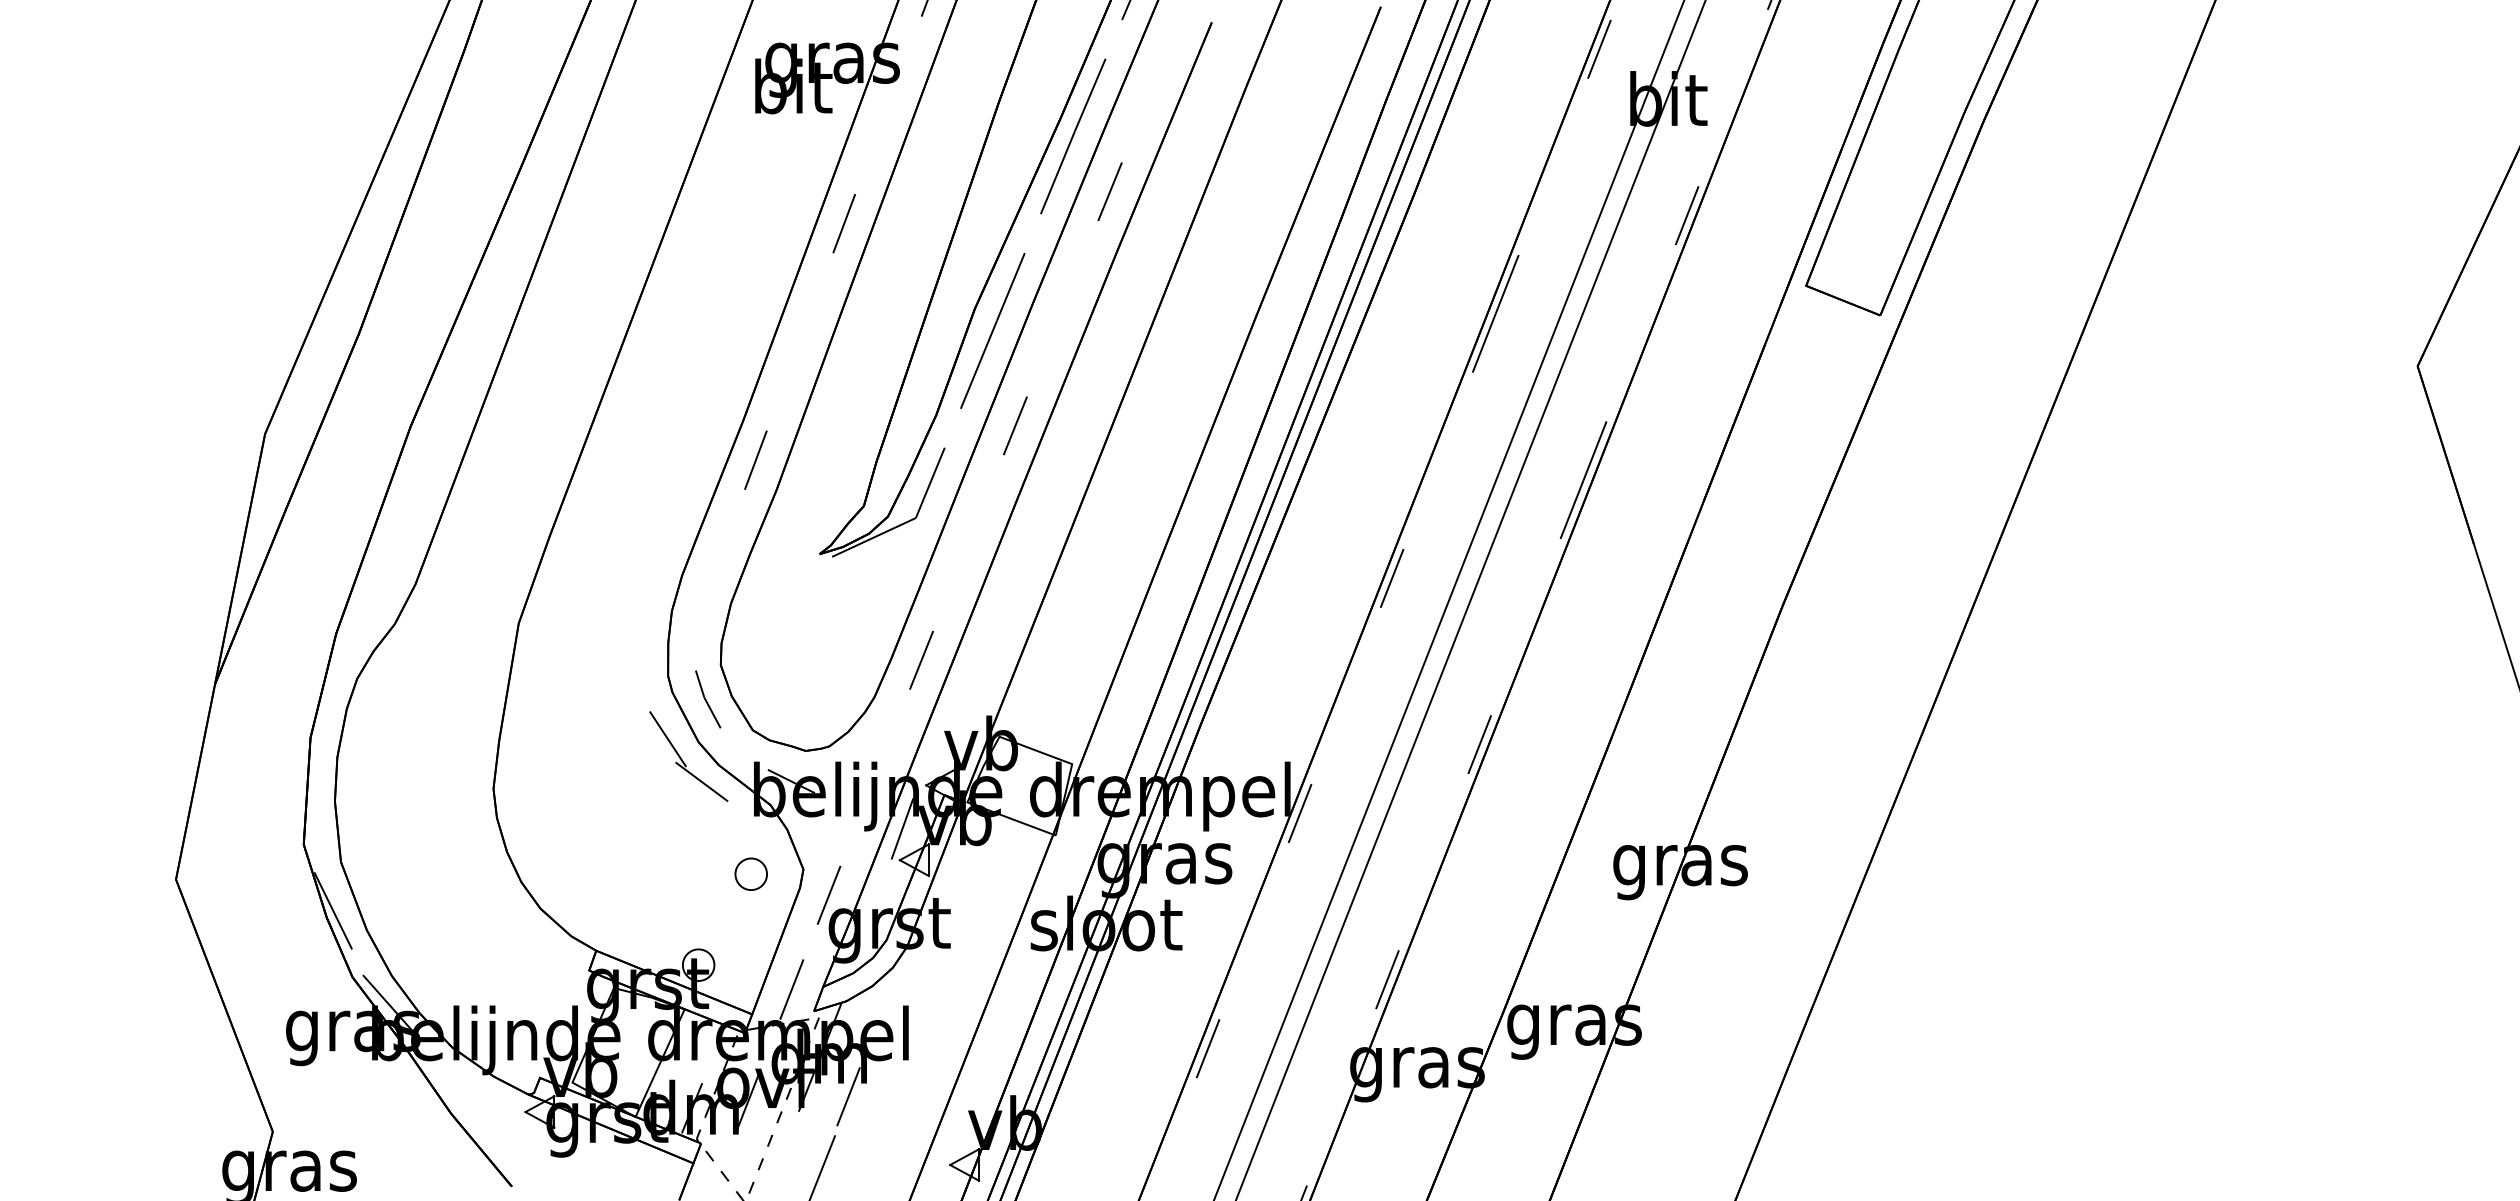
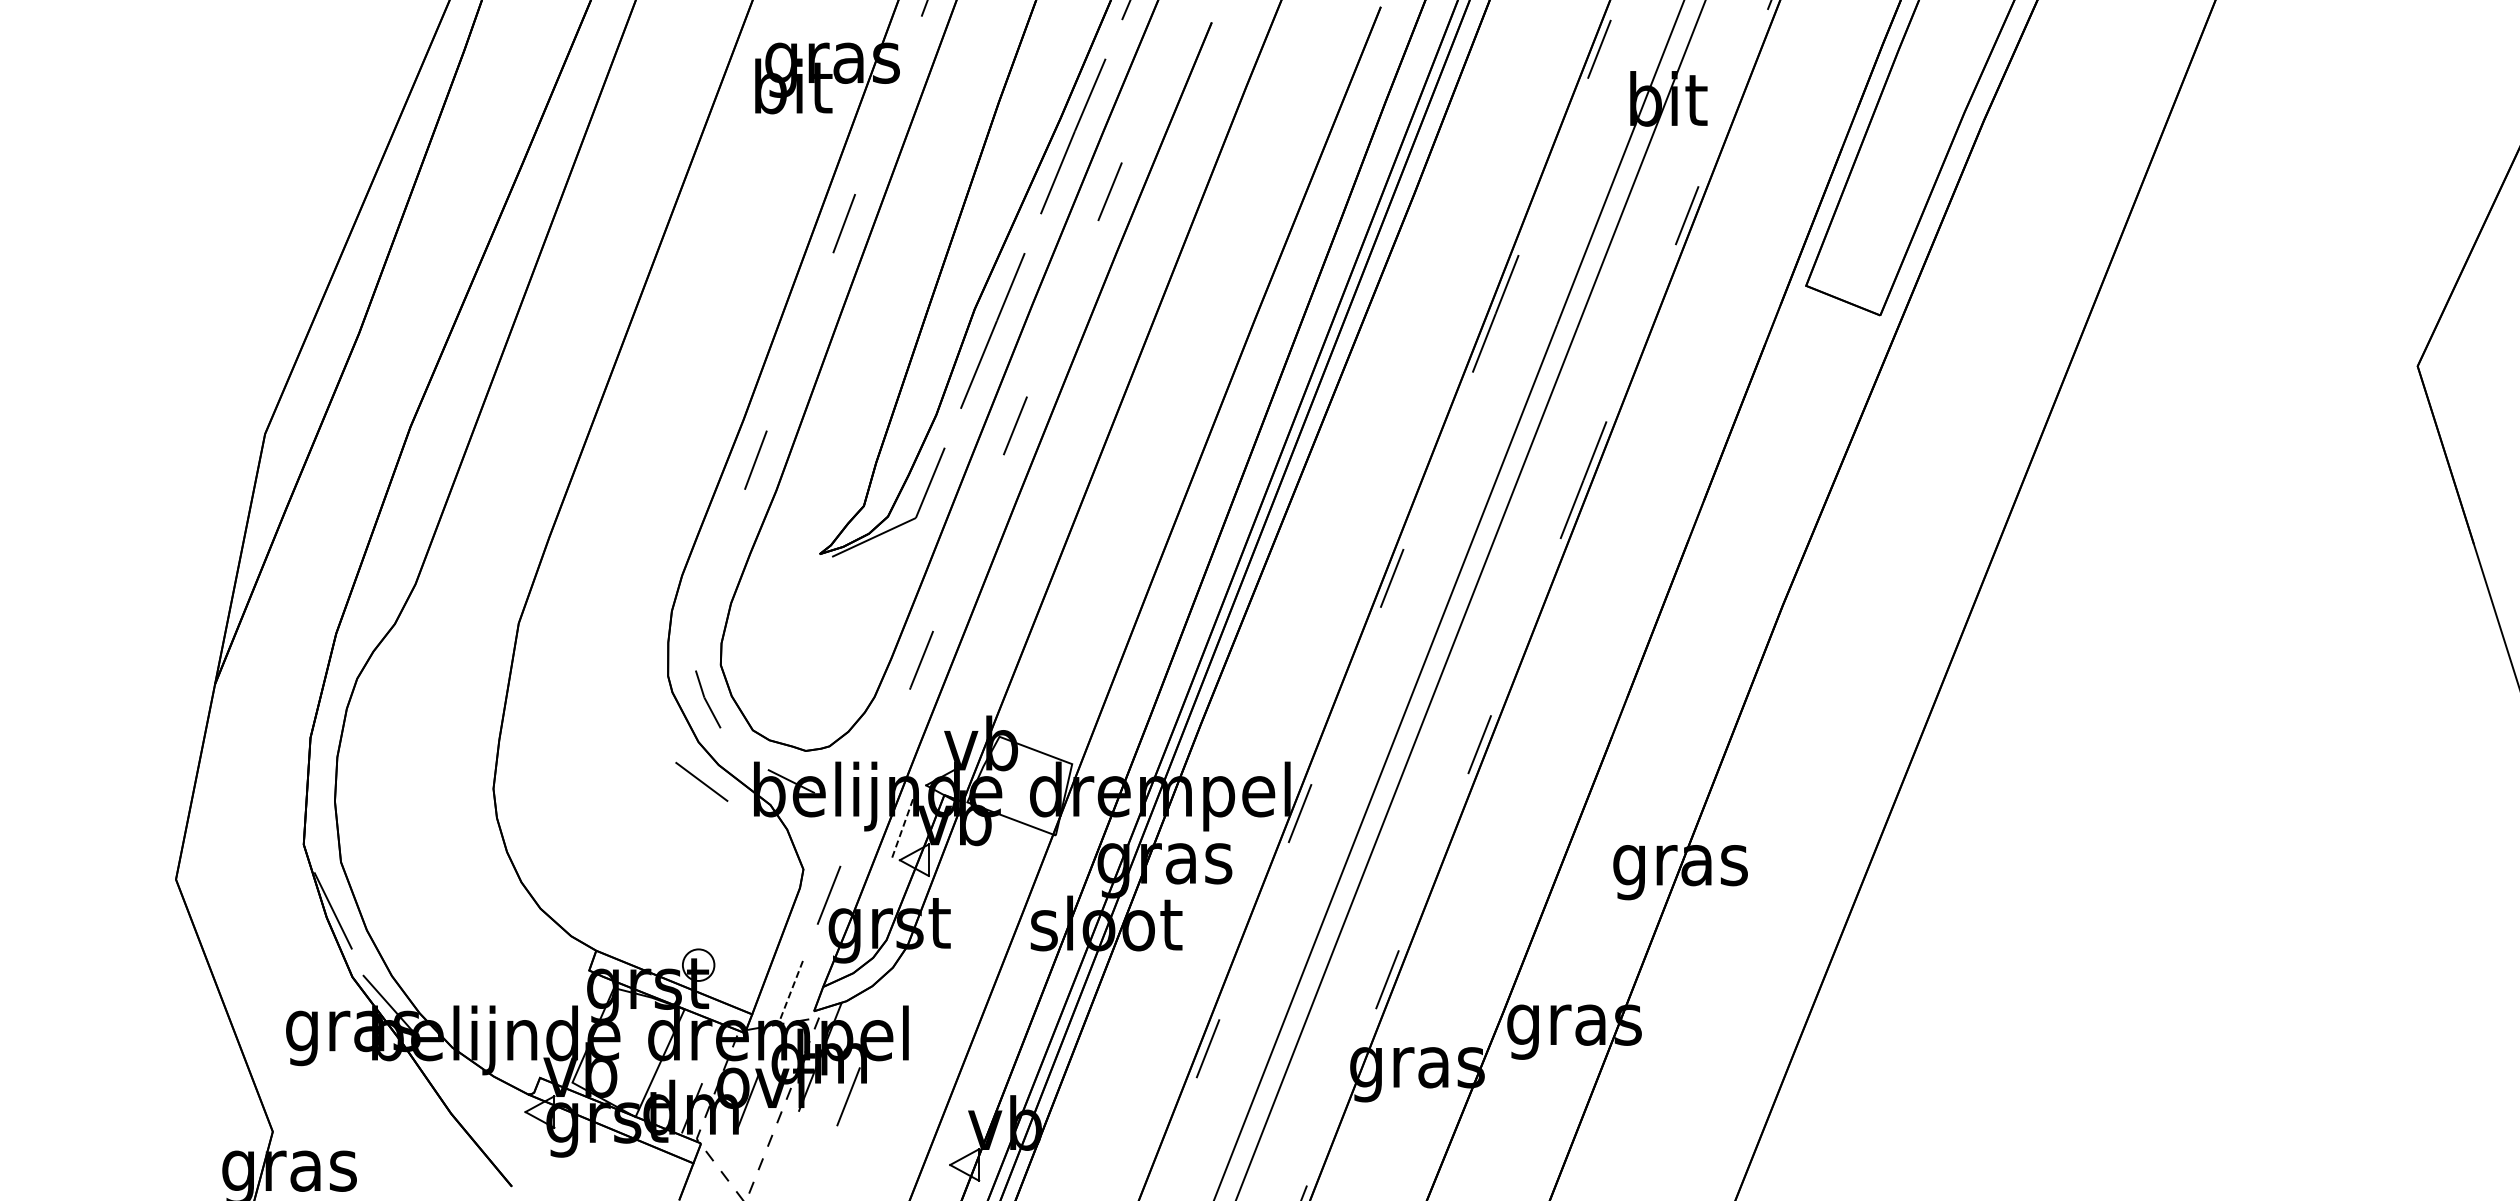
line at (667, 739): present -> none
line at (902, 828): solid -> dashed
part at (750, 873): present -> none
line at (792, 989): solid -> dashed
line at (822, 1166): present -> none
